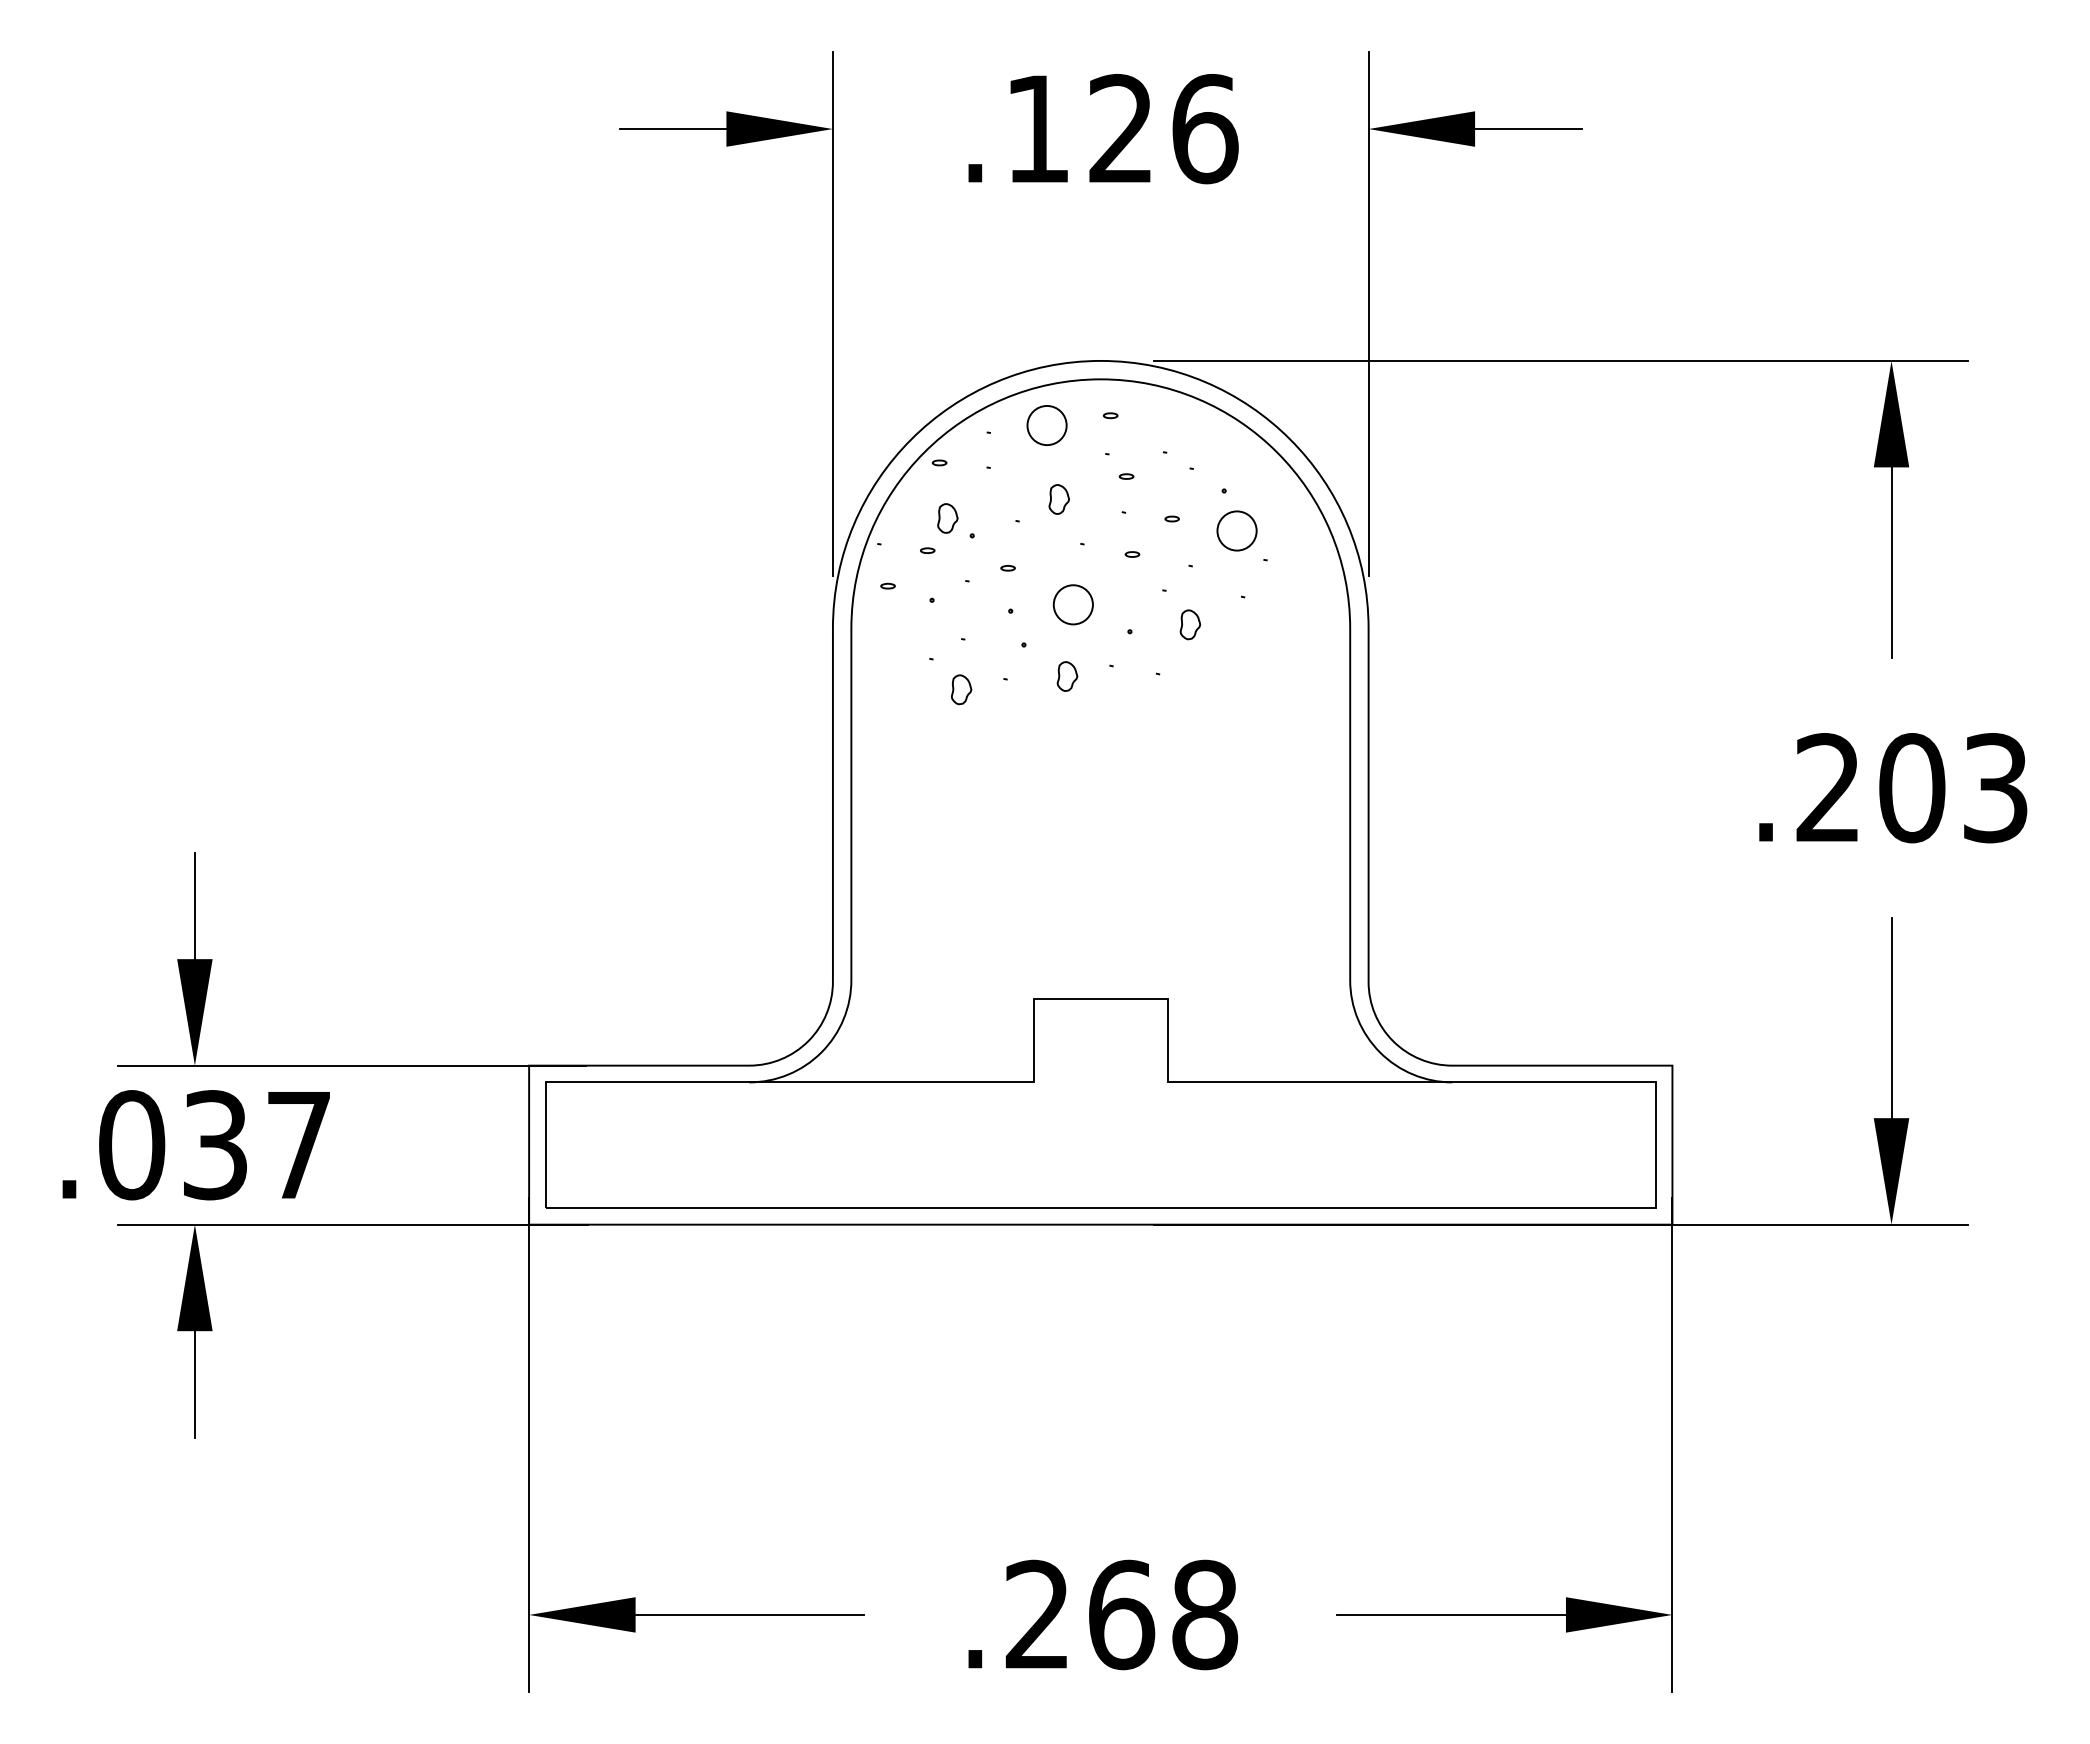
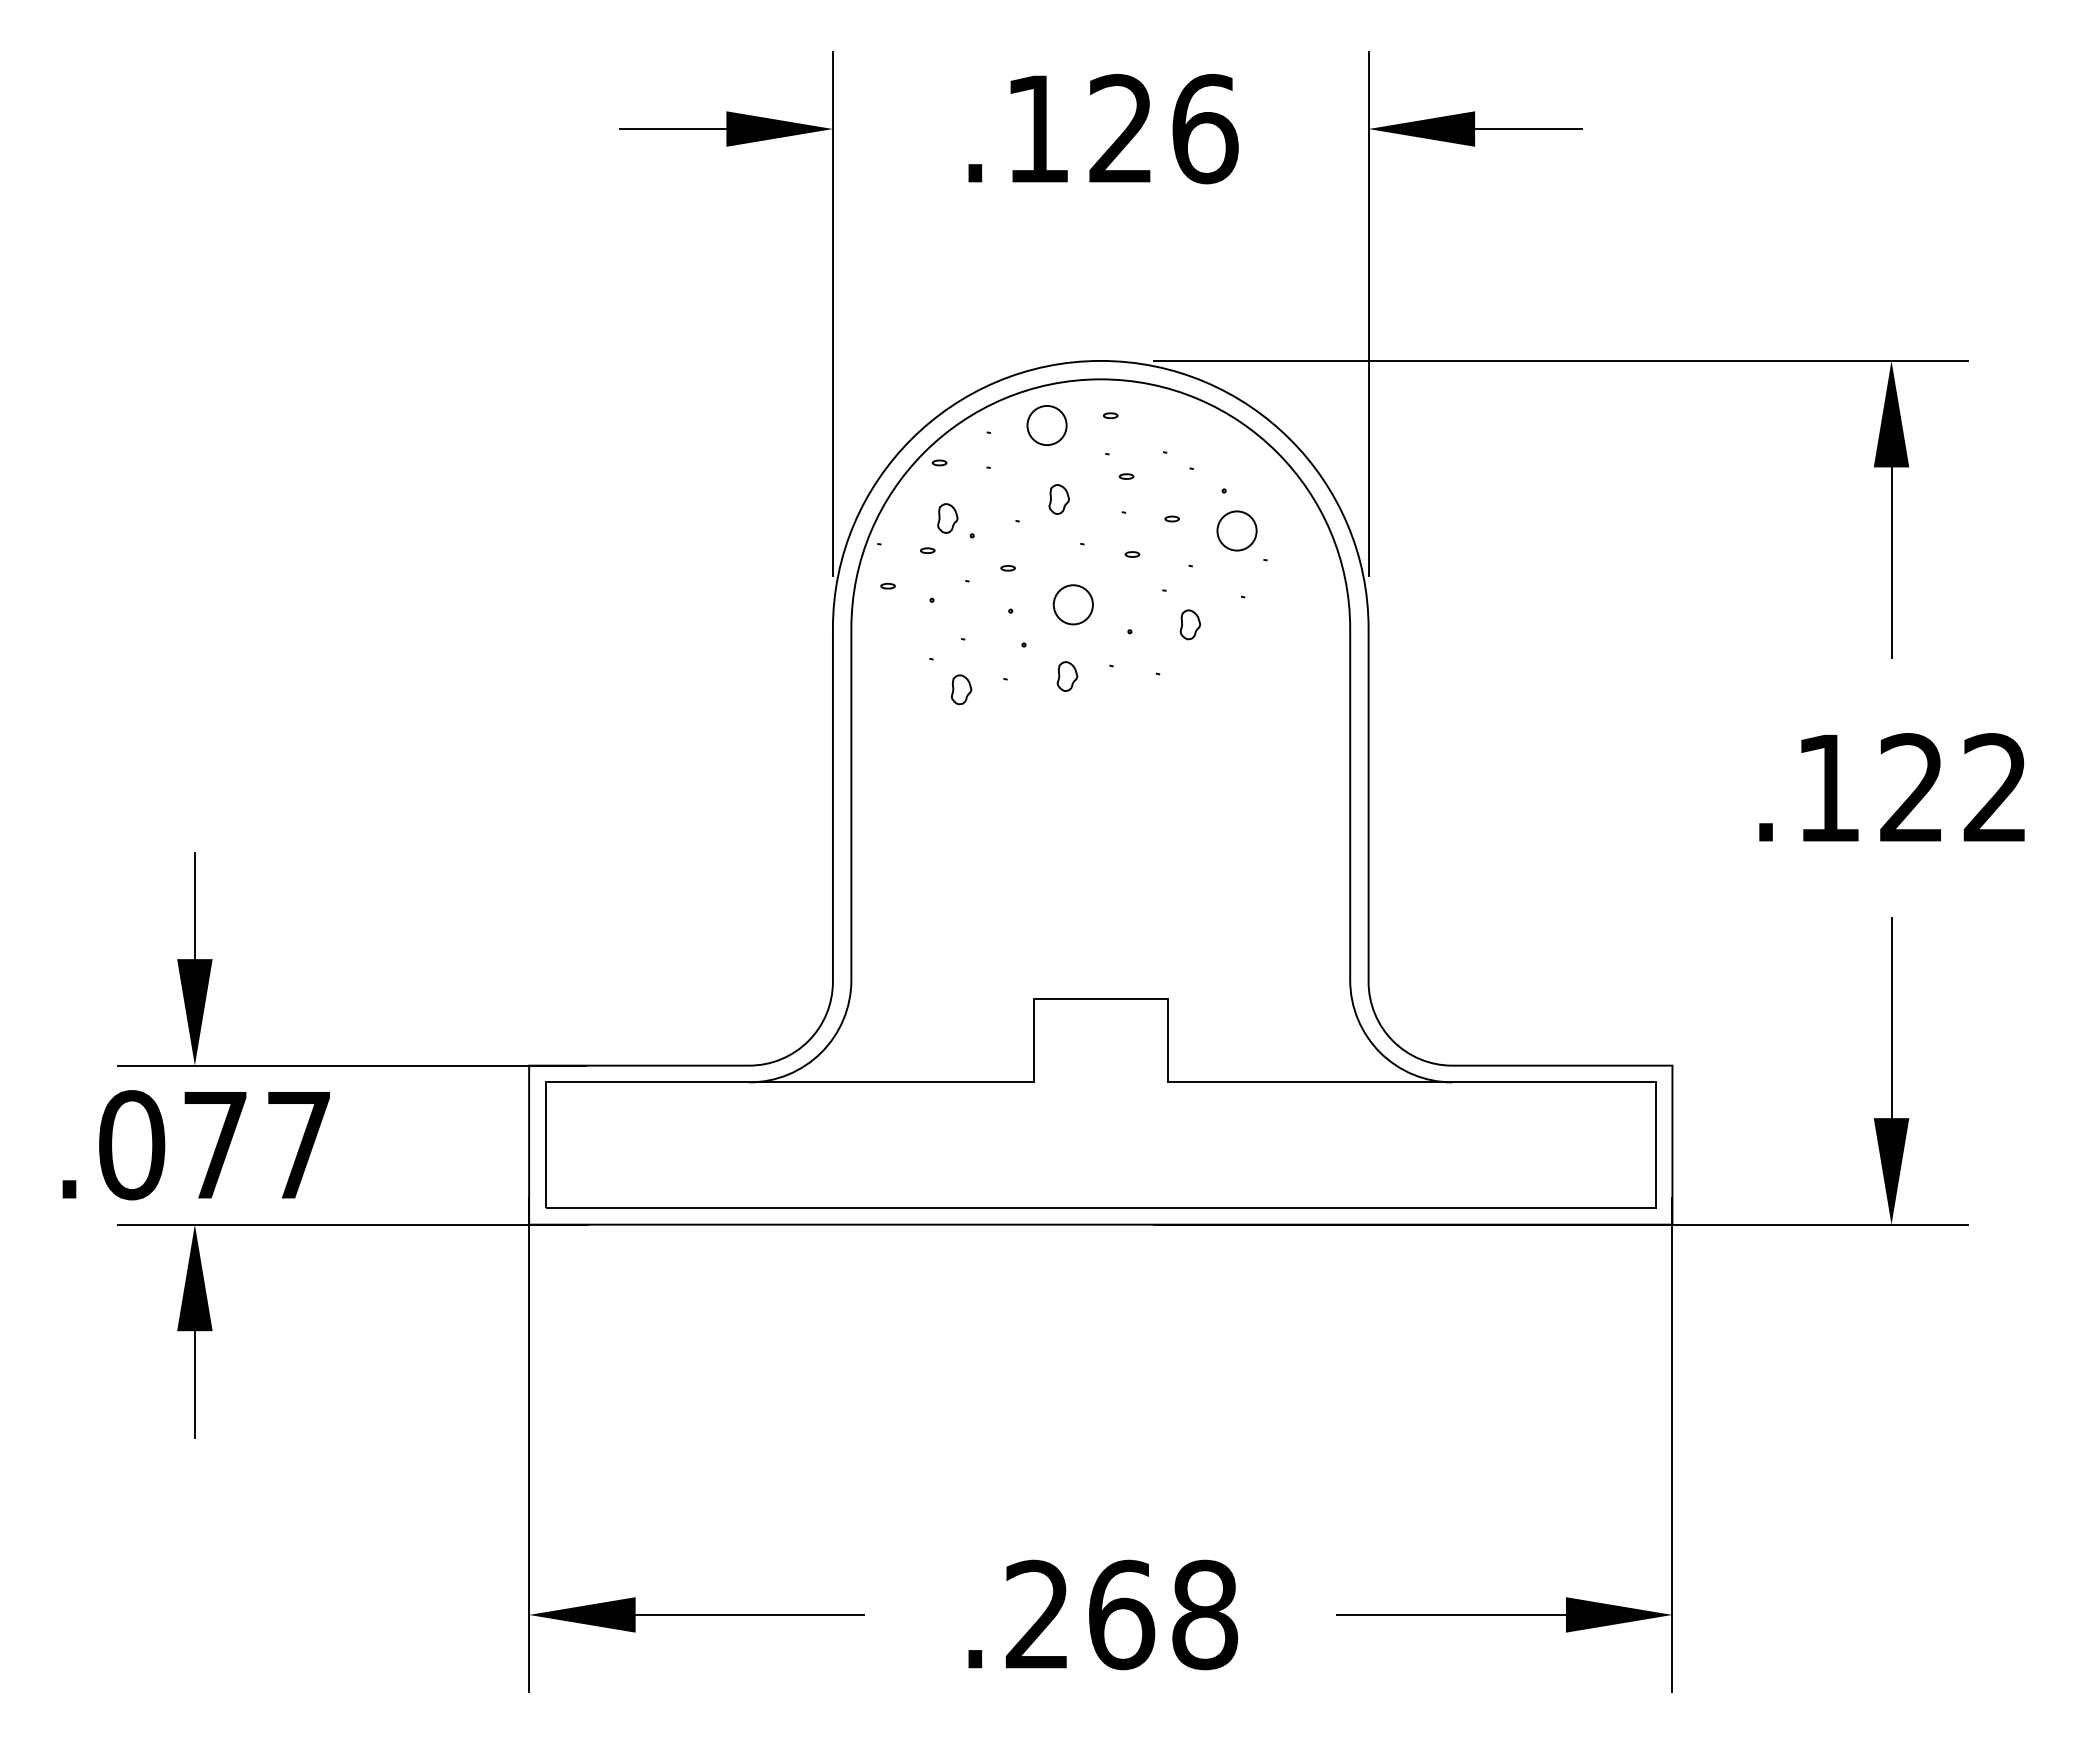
text at (1911, 788): .203 -> .122
text at (215, 1145): .037 -> .077
